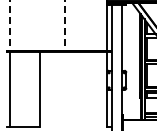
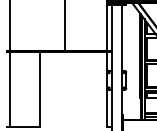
line at (10, 25): dashed -> solid
line at (65, 25): dashed -> solid
